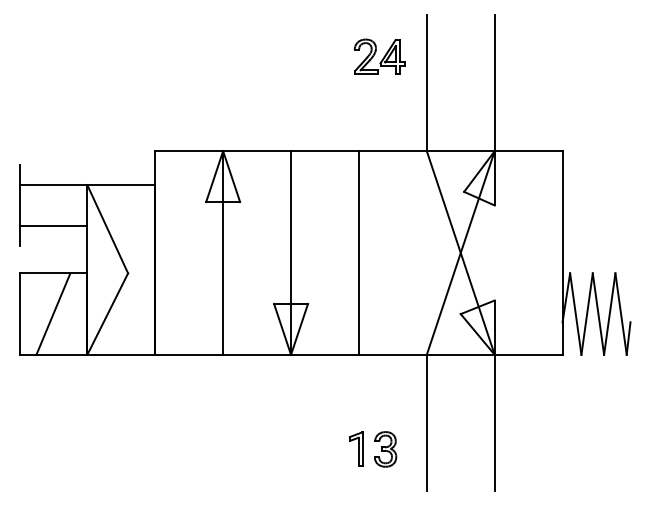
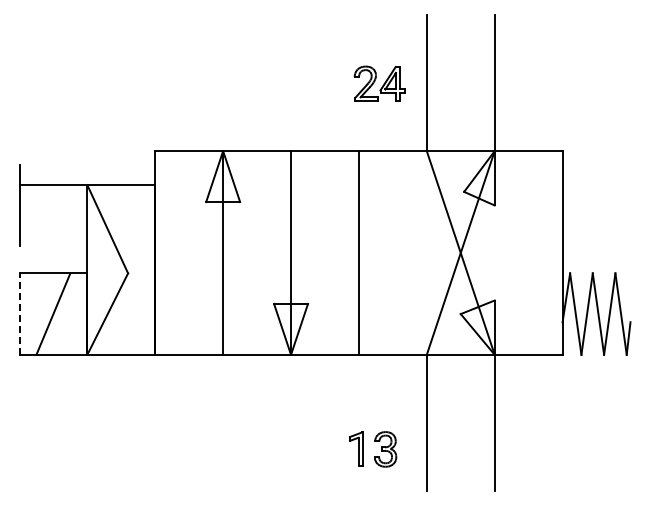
part at (379, 56) position: (379, 56) -> (379, 83)
line at (53, 225): present -> none
line at (19, 314): solid -> dashed
